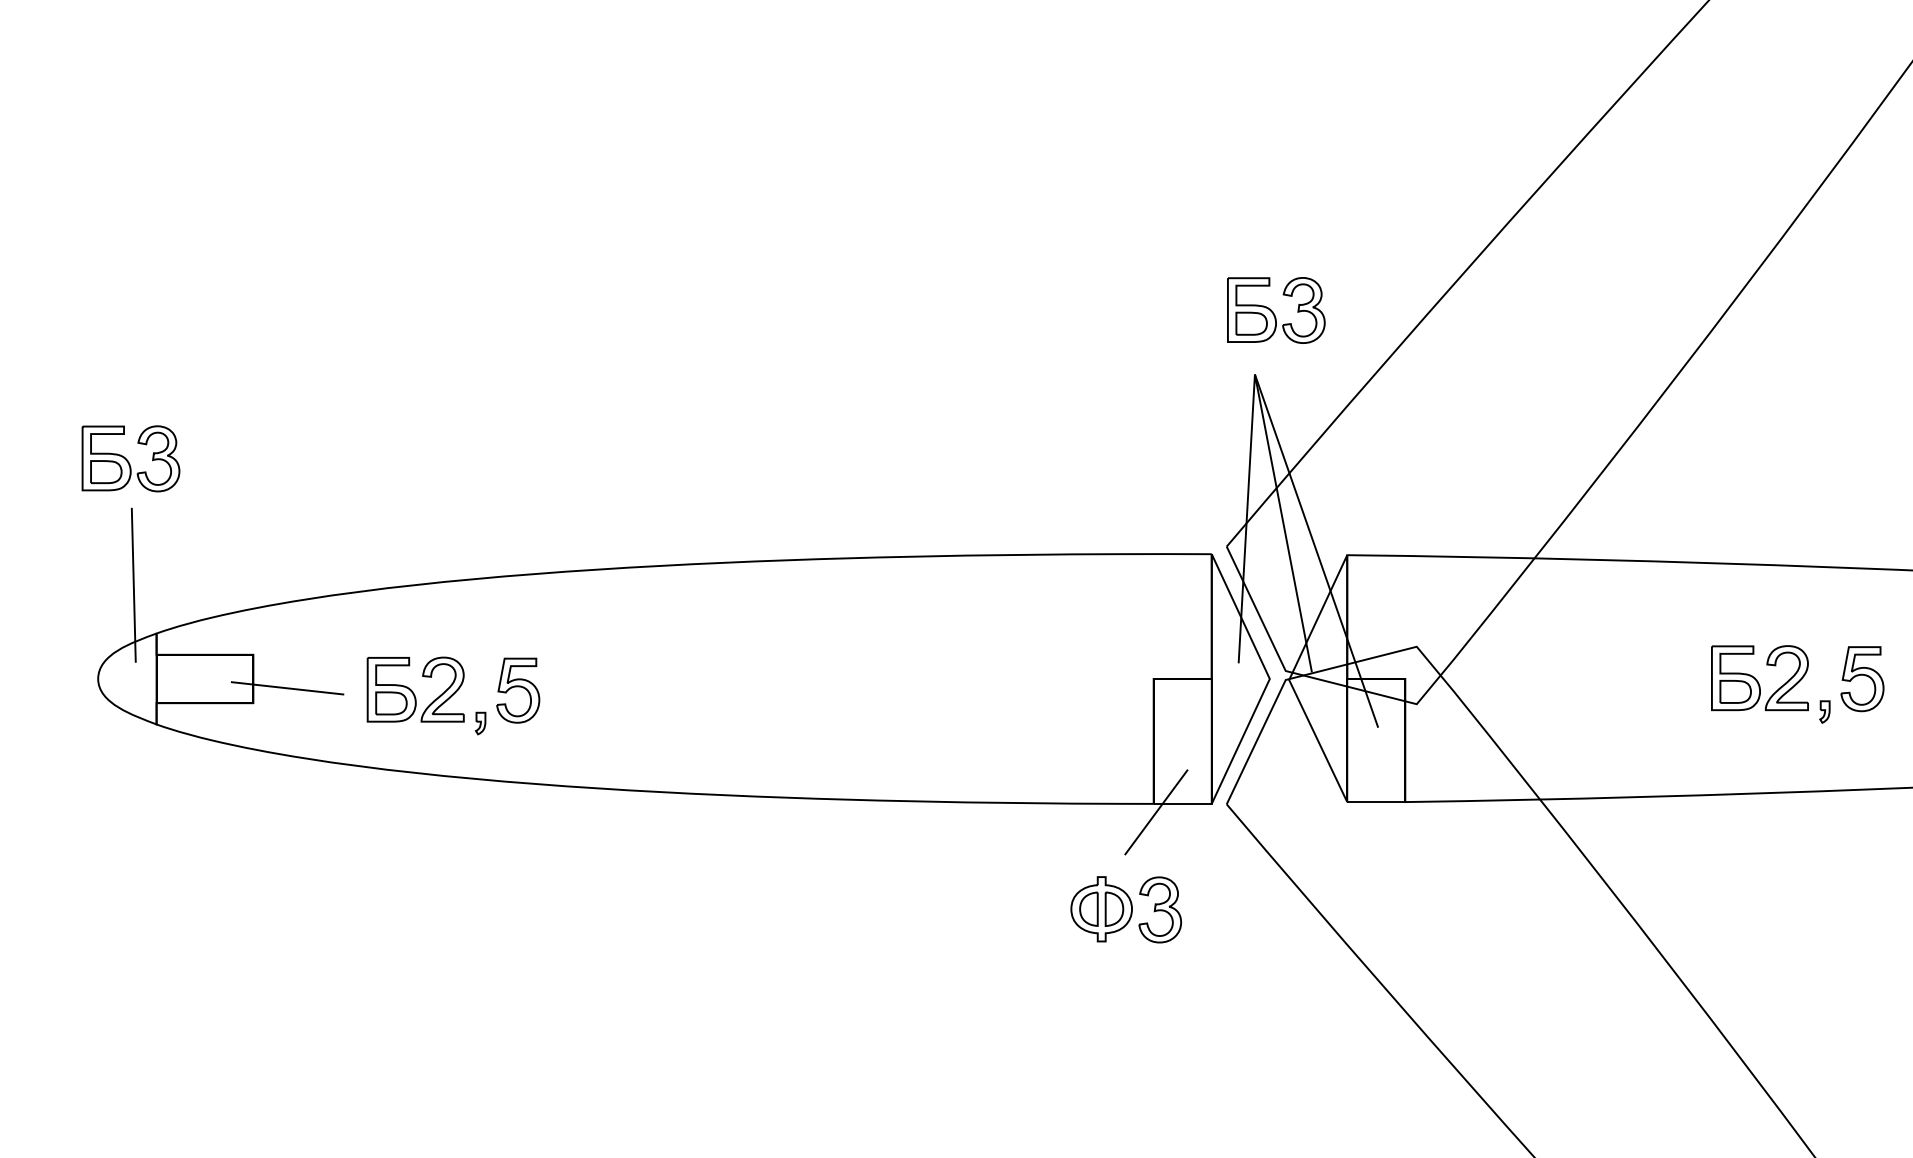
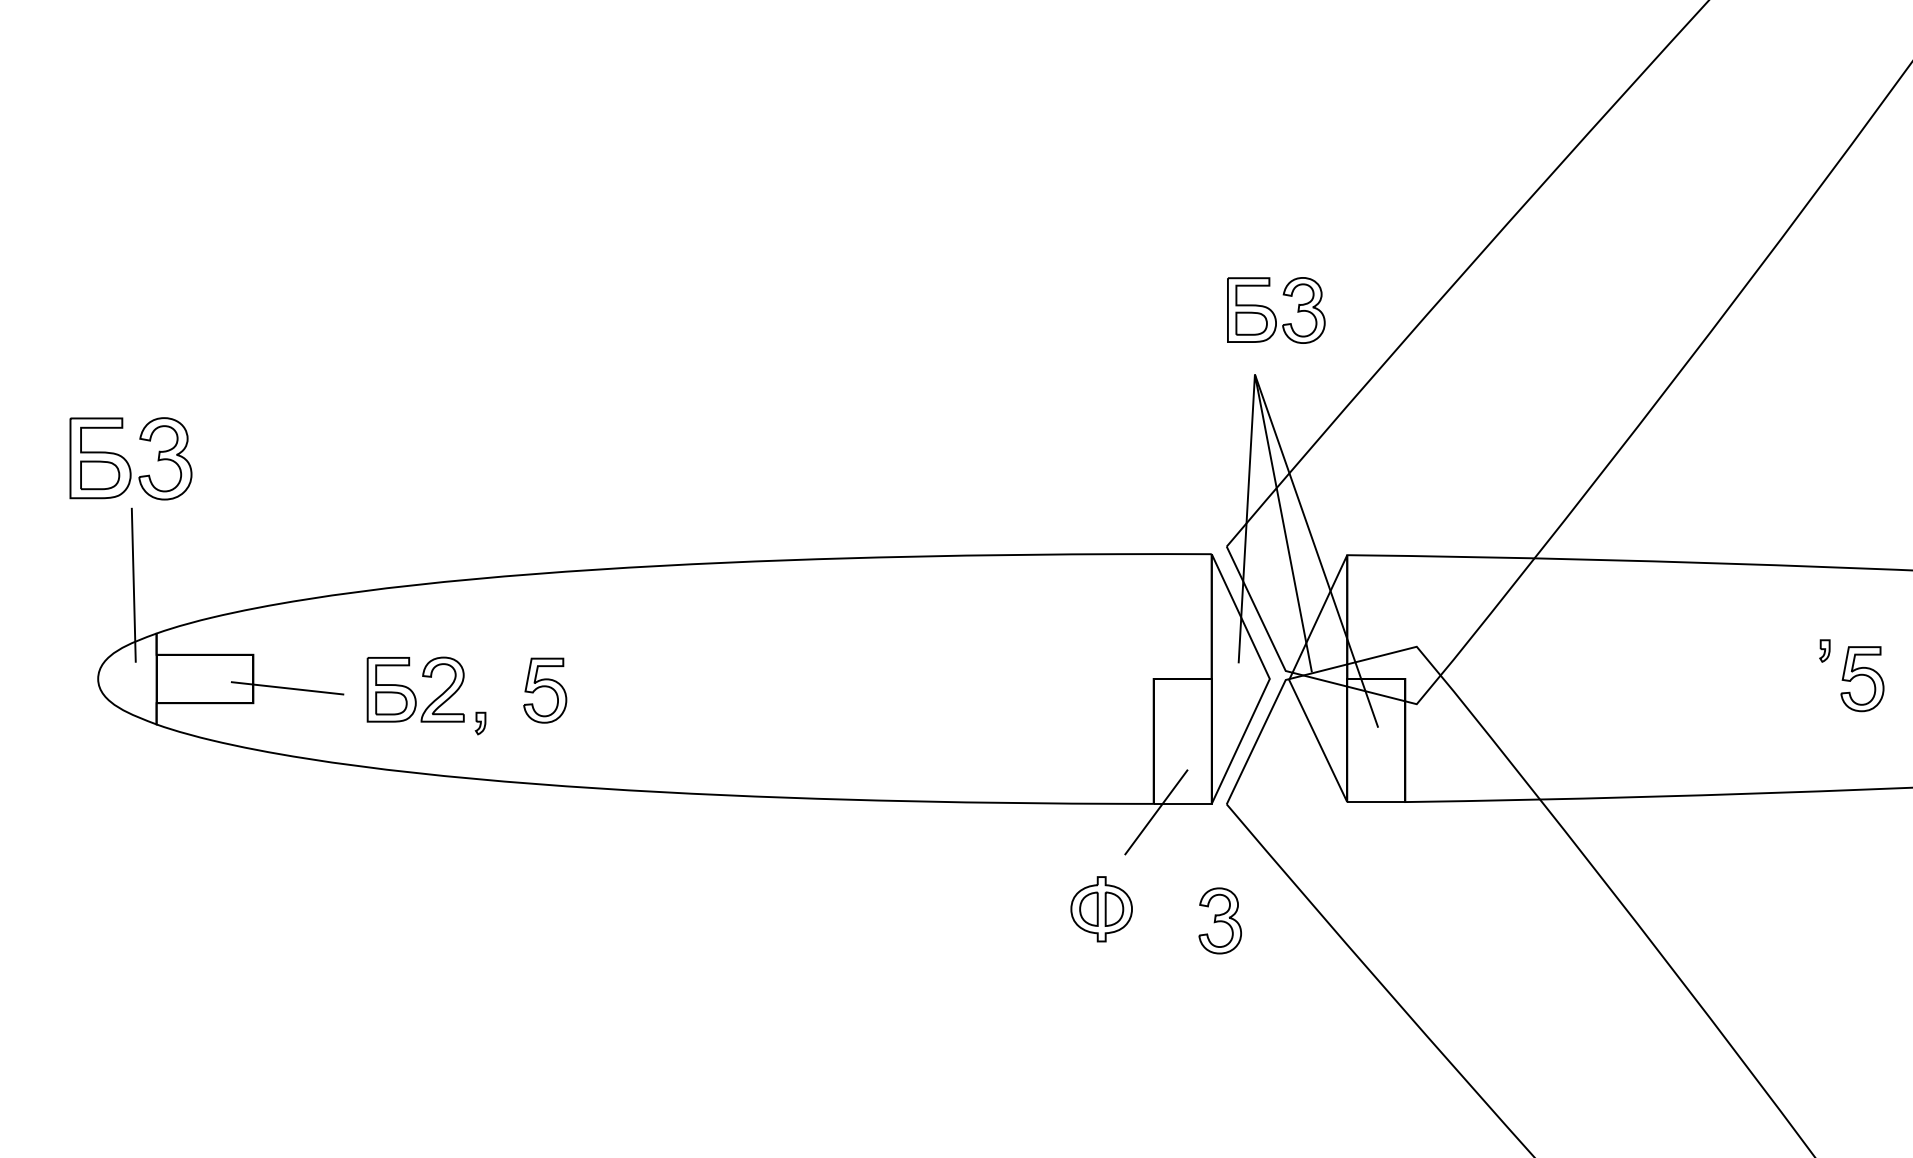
part at (130, 458) size: 100x68 px -> 124x84 px
part at (1759, 678): present -> none
part at (518, 690) position: (518, 690) -> (545, 690)
part at (1824, 711) position: (1824, 711) -> (1824, 650)
part at (1159, 909) position: (1159, 909) -> (1219, 920)
